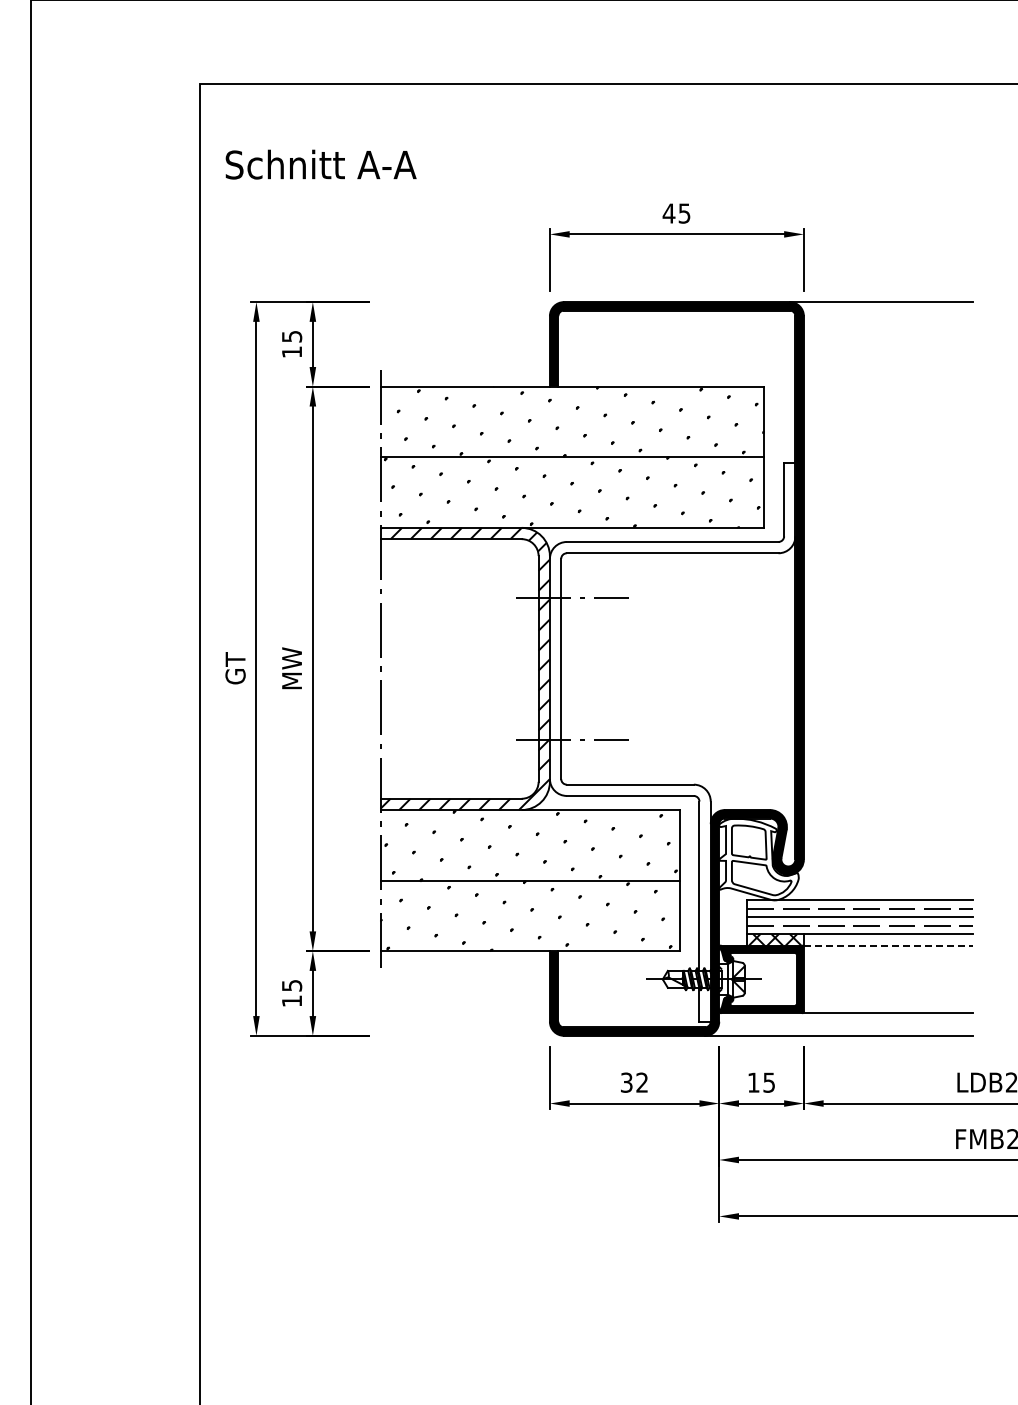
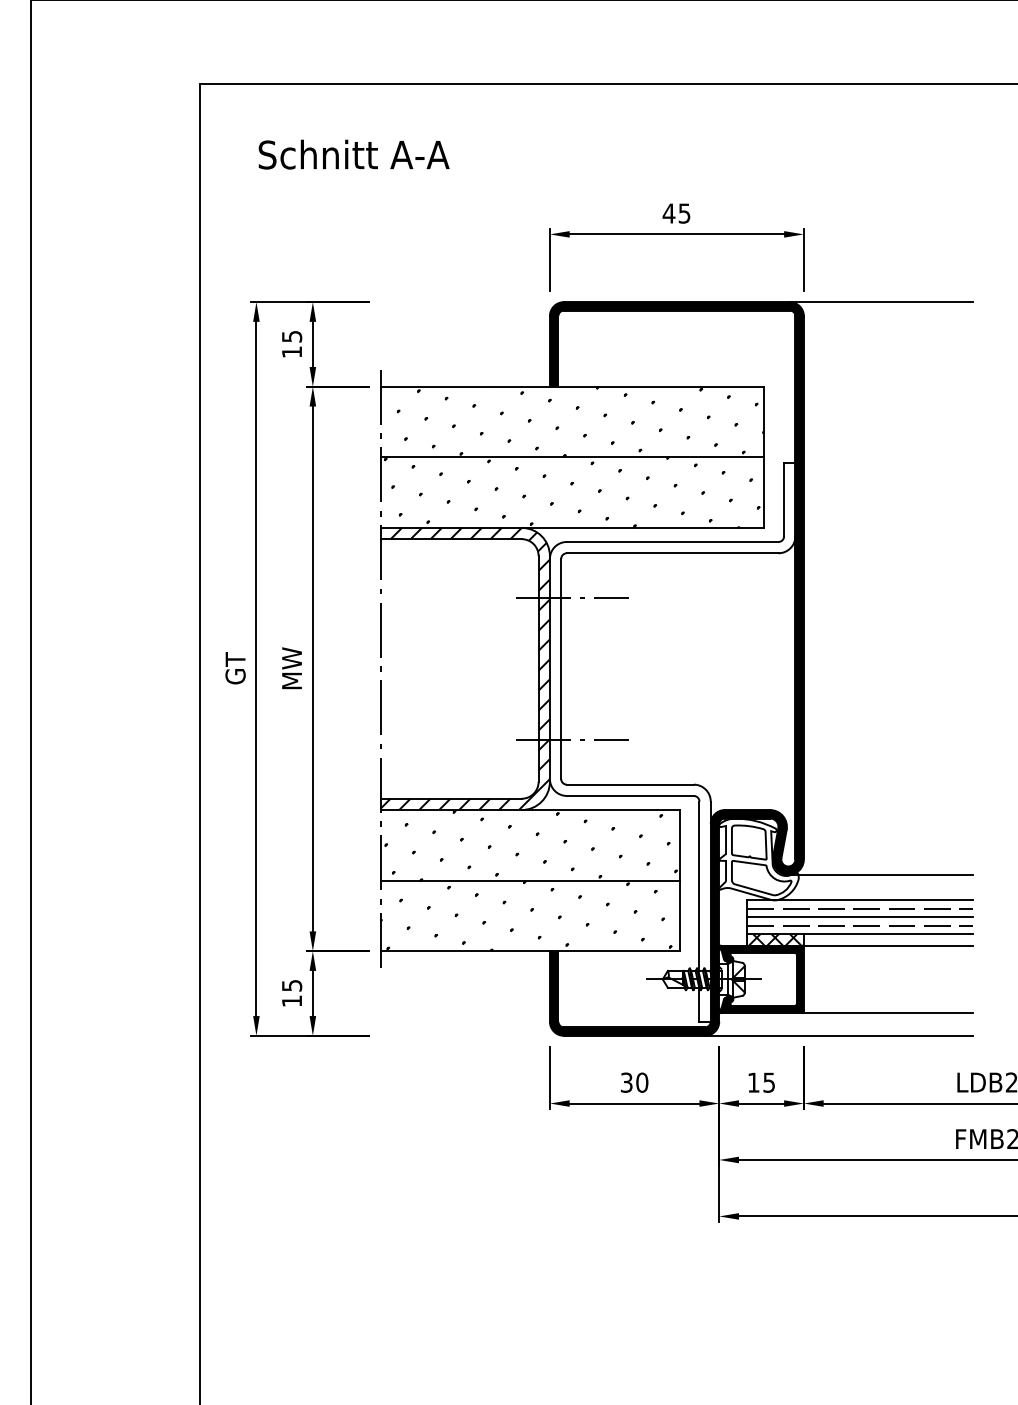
text at (320, 164) position: (320, 164) -> (353, 154)
line at (880, 874): none -> present
line at (888, 945): dashed -> solid
text at (642, 1082): 32 -> 30
